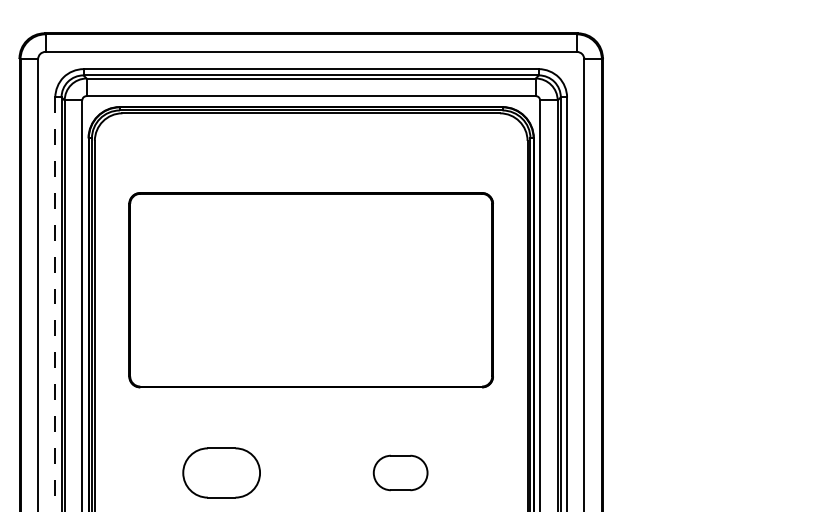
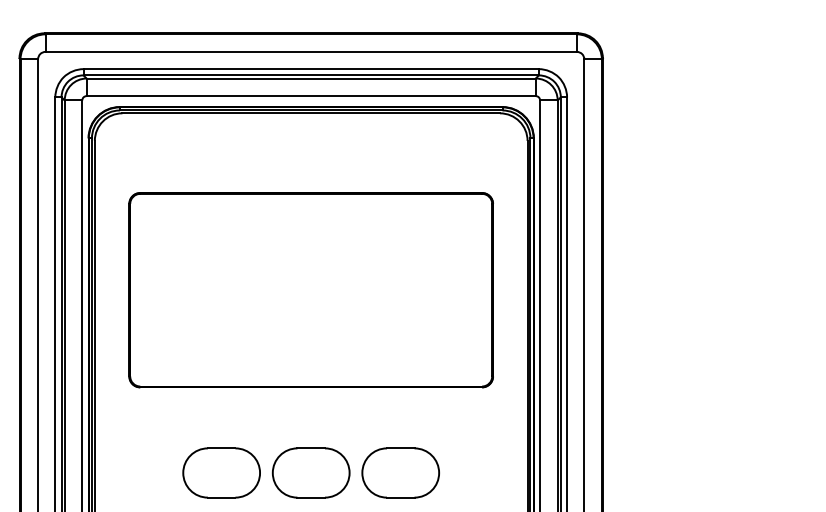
line at (55, 305): dashed -> solid
part at (310, 472): none -> present
part at (400, 472) size: 57x38 px -> 79x52 px
